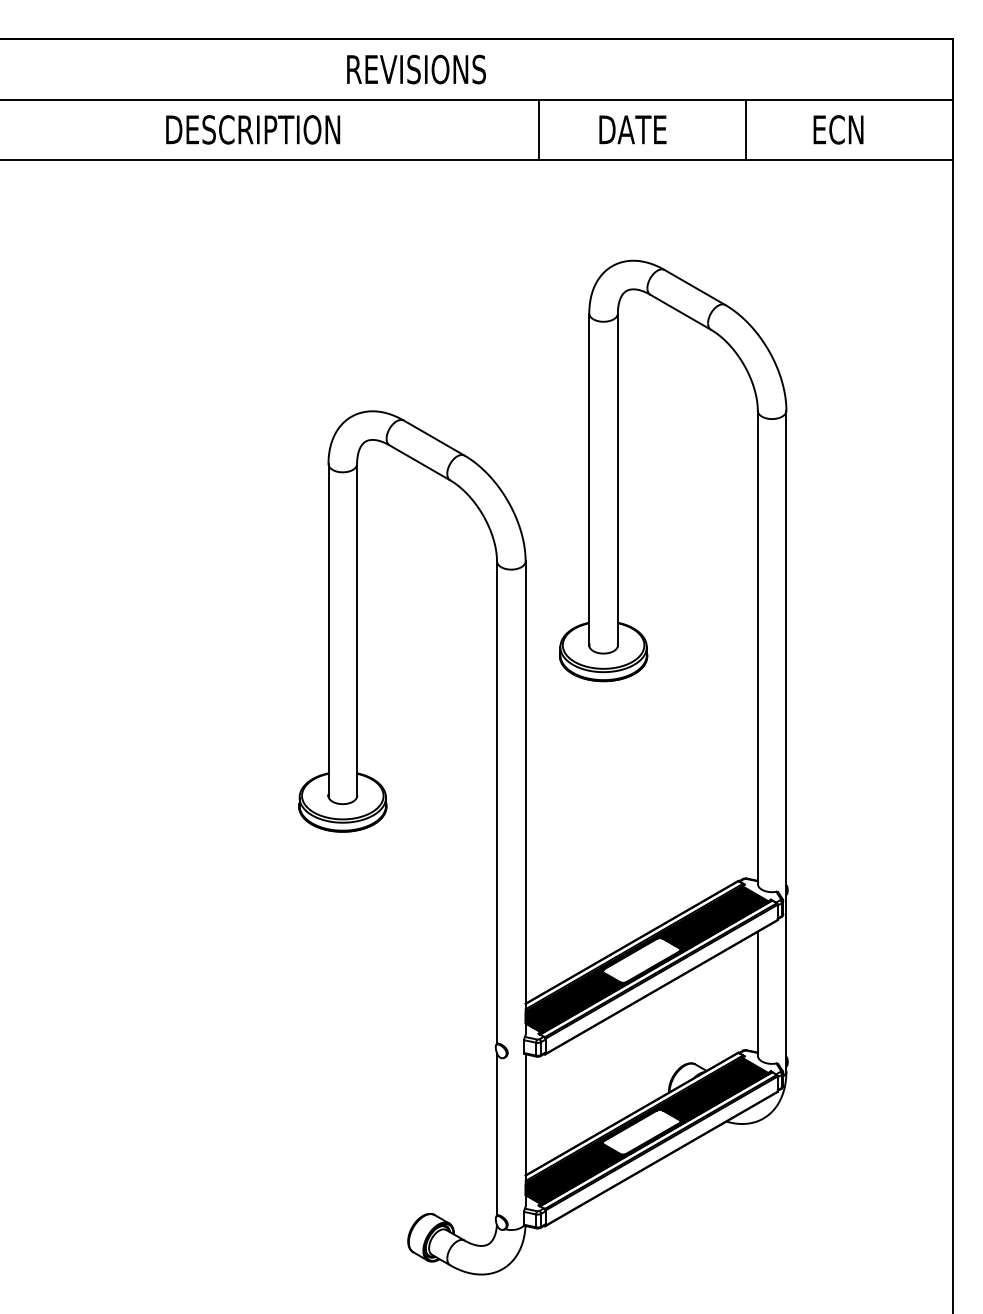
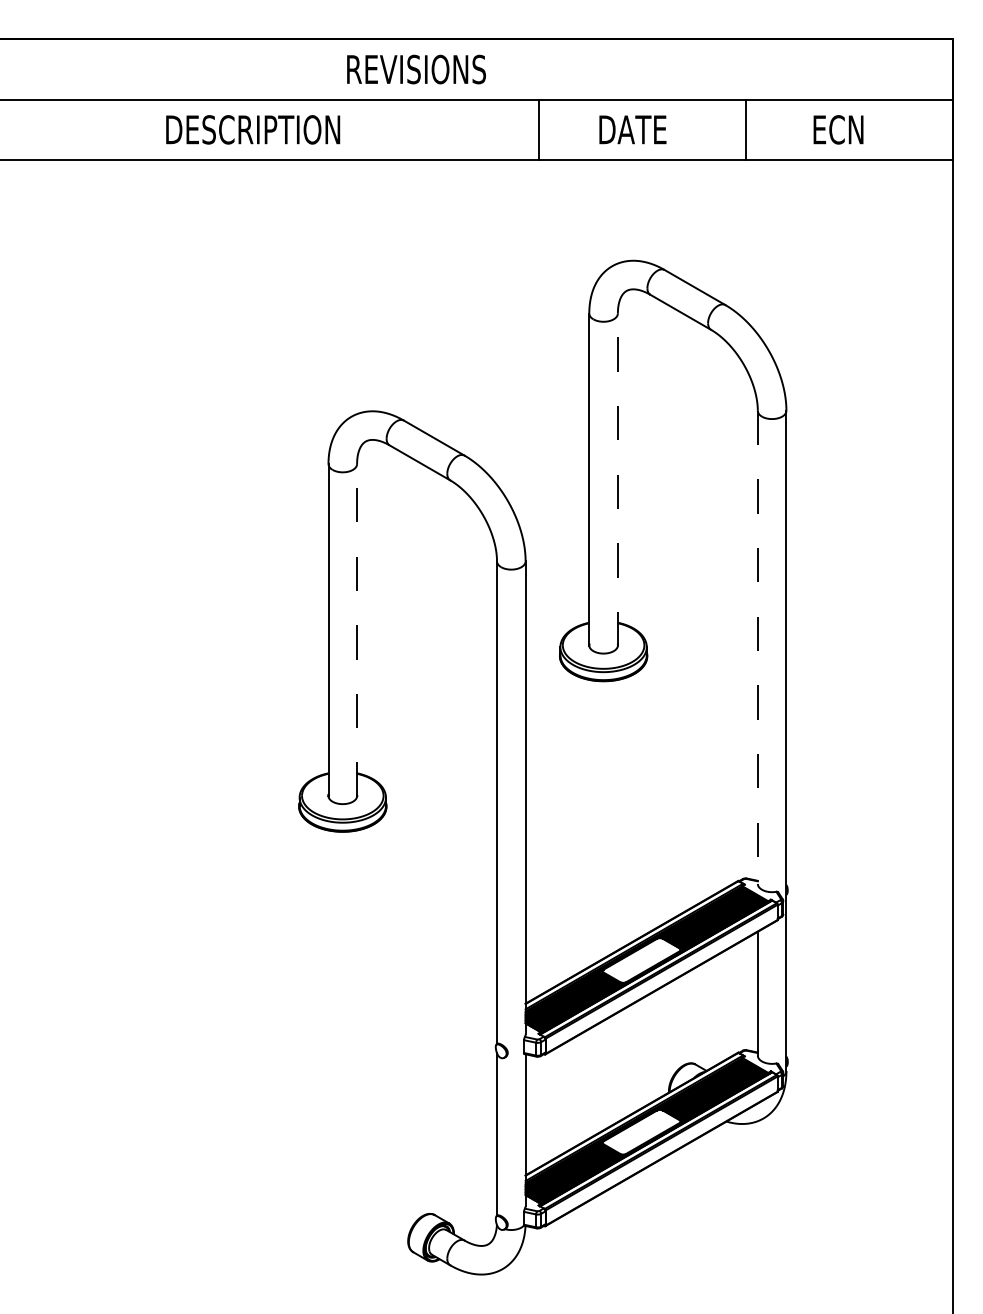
line at (617, 479): solid -> dashed
line at (357, 629): solid -> dashed
line at (757, 647): solid -> dashed
